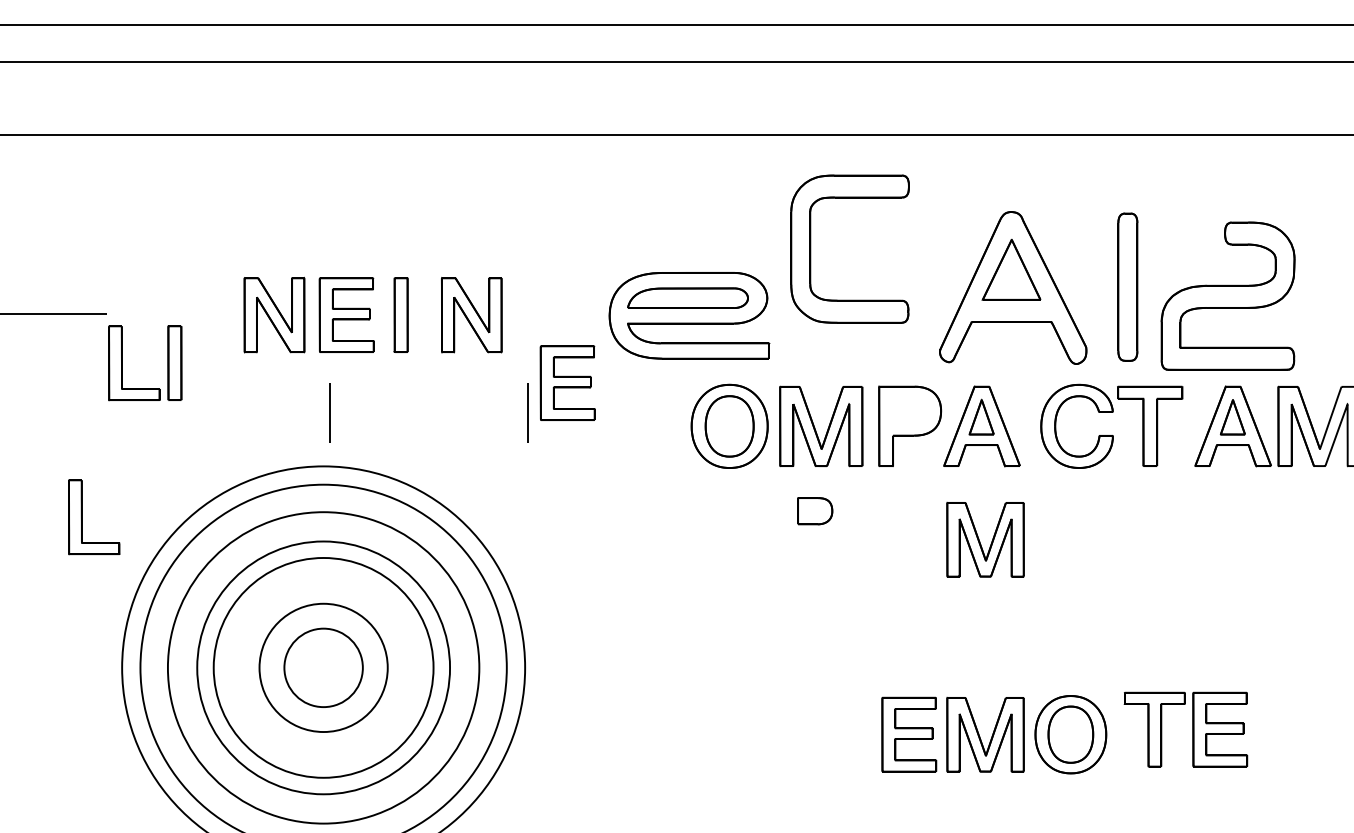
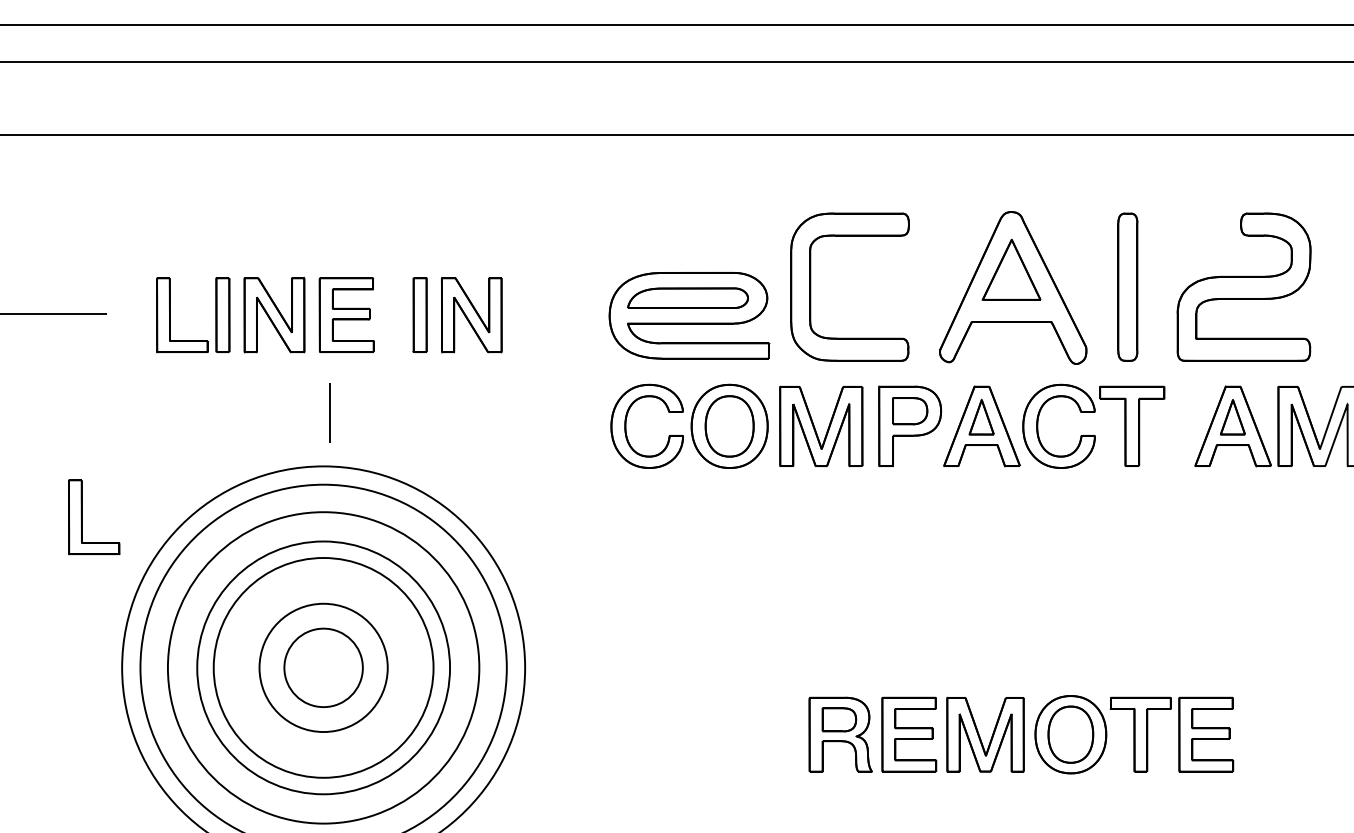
part at (811, 248) position: (811, 248) -> (811, 286)
part at (1227, 295) position: (1227, 295) -> (1243, 286)
part at (400, 314) position: (400, 314) -> (419, 314)
part at (167, 363) position: (167, 363) -> (215, 315)
part at (567, 382): present -> none
line at (527, 412): present -> none
part at (626, 425): none -> present
part at (1111, 435) position: (1111, 435) -> (1093, 435)
part at (815, 511) position: (815, 511) -> (910, 411)
part at (985, 539): present -> none
part at (1192, 729) position: (1192, 729) -> (1178, 734)
part at (840, 734): none -> present
